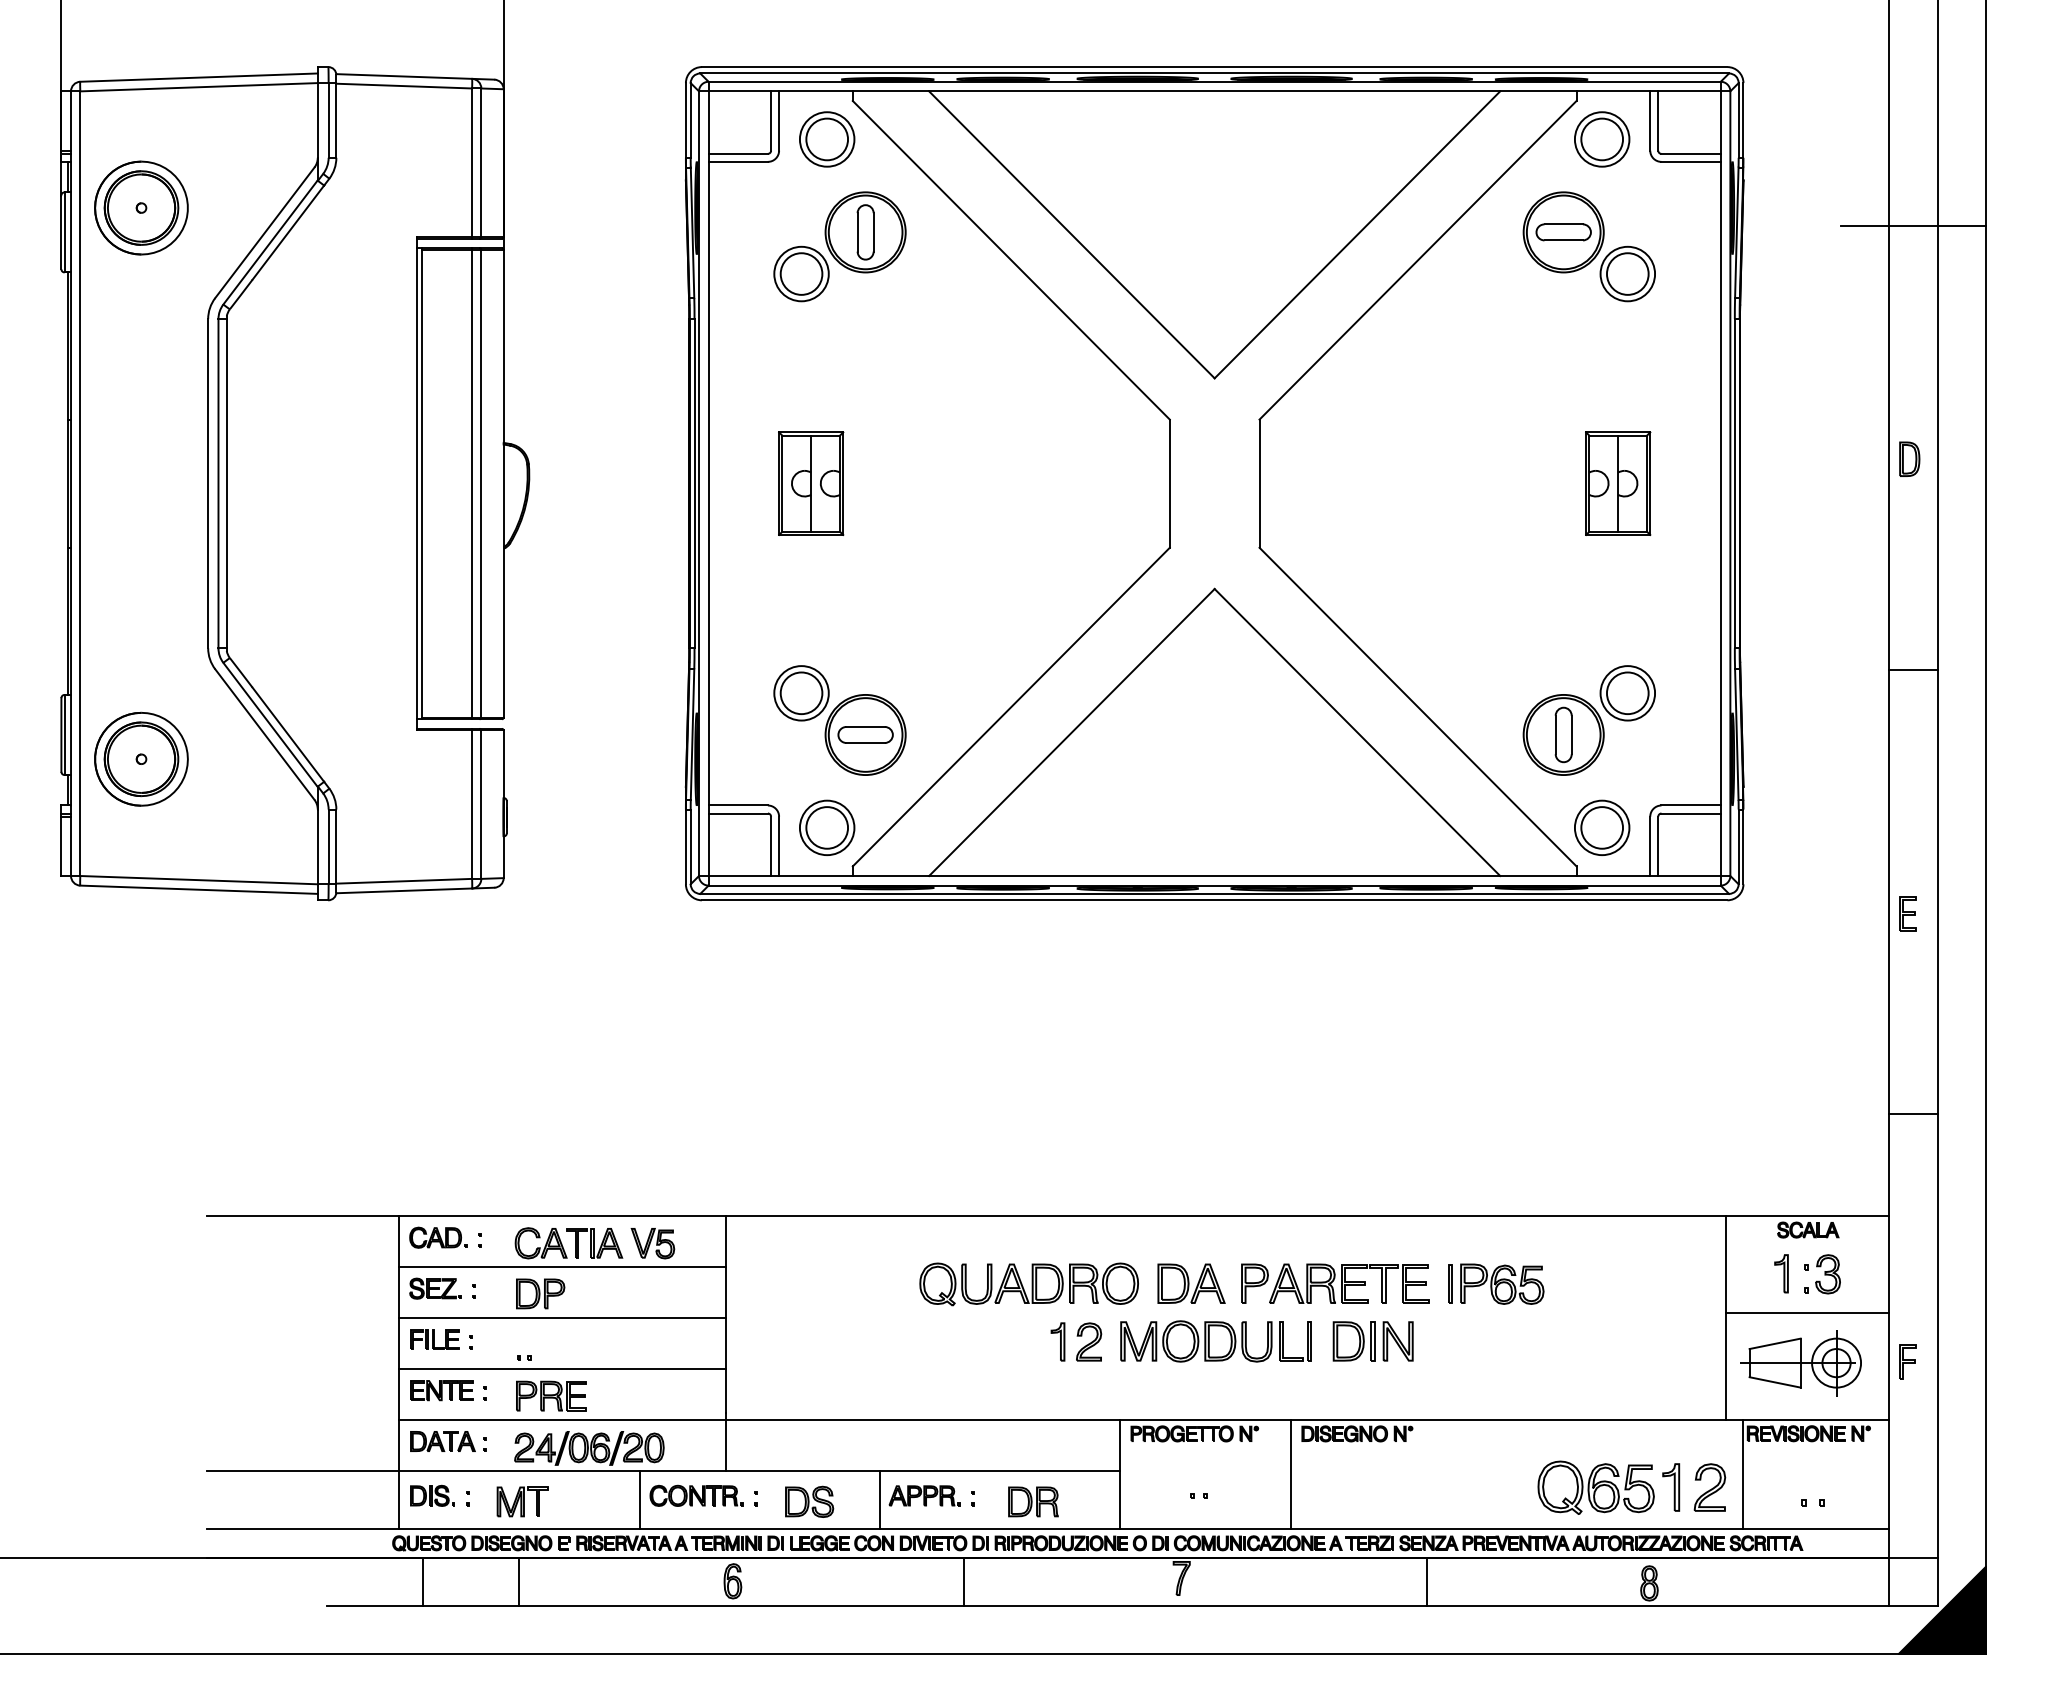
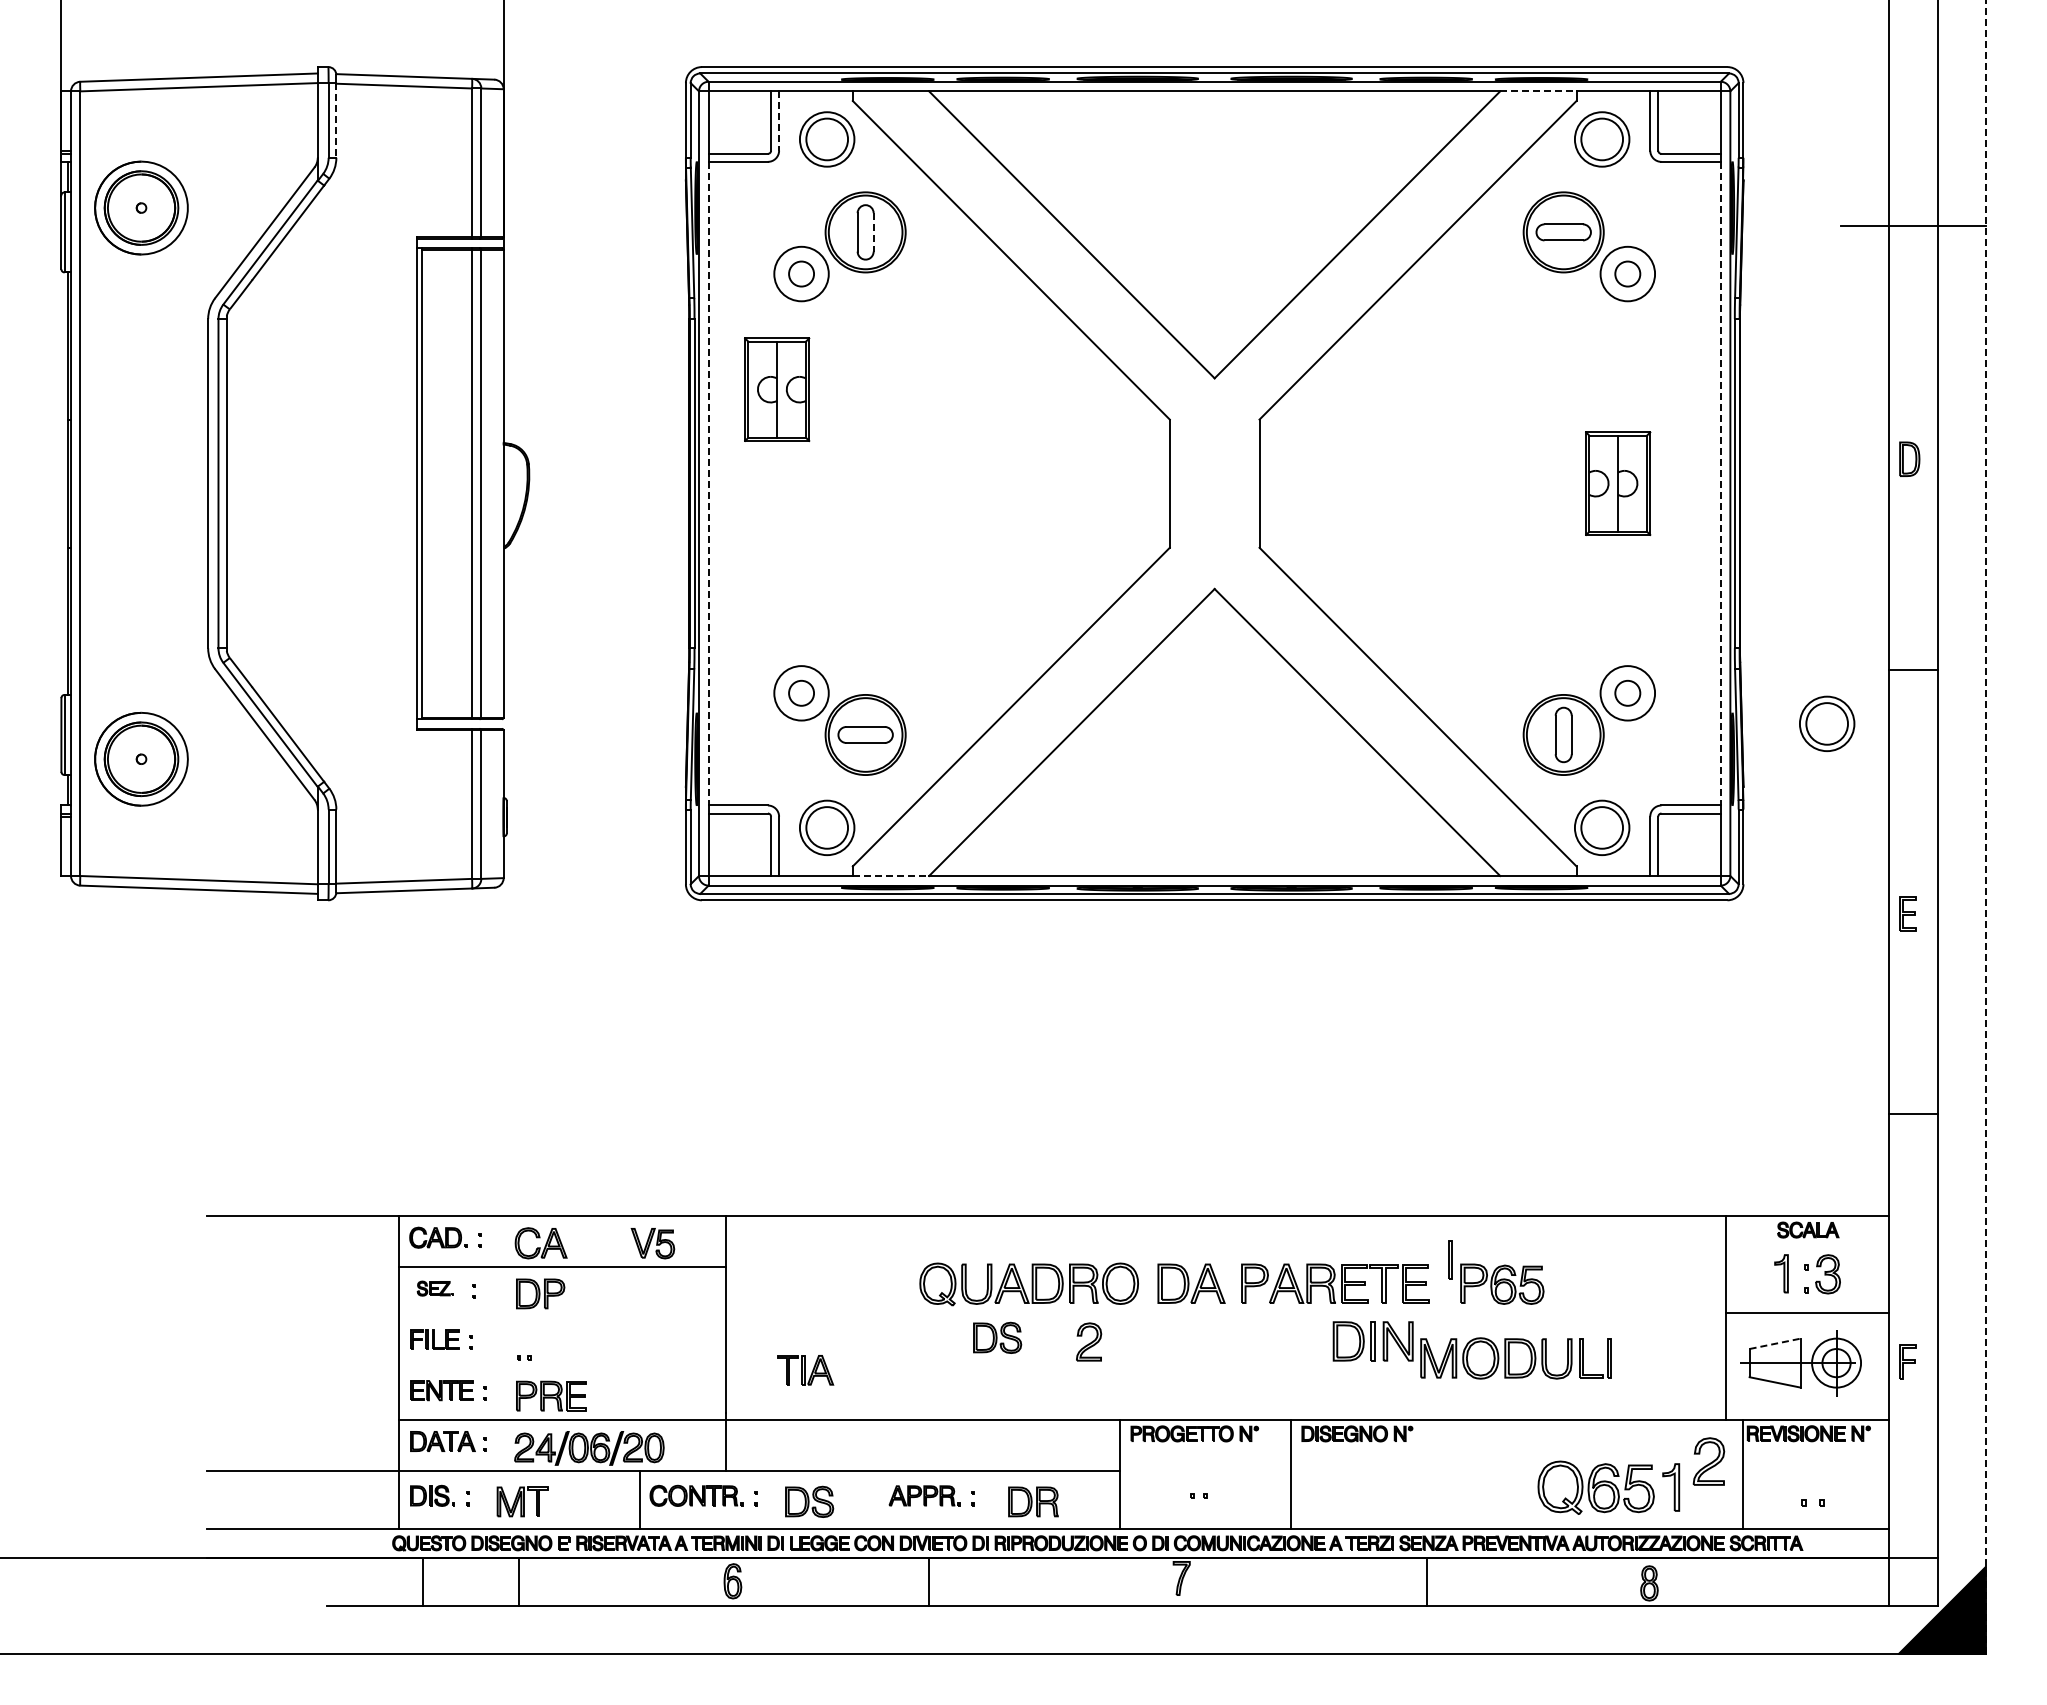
line at (1538, 91): solid -> dashed
line at (336, 120): solid -> dashed
line at (779, 121): solid -> dashed
line at (873, 232): solid -> dashed
circle at (801, 273) diameter: 42 px -> 25 px
circle at (1627, 273) diameter: 42 px -> 25 px
line at (708, 483): solid -> dashed
part at (811, 483) position: (811, 483) -> (777, 389)
line at (1720, 483): solid -> dashed
circle at (801, 693) diameter: 42 px -> 25 px
circle at (1627, 693) diameter: 42 px -> 25 px
part at (1827, 723): none -> present
line at (1985, 826): solid -> dashed
line at (891, 876): solid -> dashed
part at (594, 1243) position: (594, 1243) -> (805, 1370)
line at (1449, 1283) position: (1449, 1283) -> (1449, 1259)
part at (435, 1288) size: 53x23 px -> 38x17 px
line at (562, 1318): present -> none
part at (997, 1337): none -> present
part at (1057, 1341): present -> none
part at (1215, 1341) position: (1215, 1341) -> (1515, 1358)
line at (1775, 1343): solid -> dashed
line at (562, 1369): present -> none
part at (1709, 1487) position: (1709, 1487) -> (1708, 1461)
line at (879, 1499): present -> none
line at (964, 1581) position: (964, 1581) -> (929, 1581)
